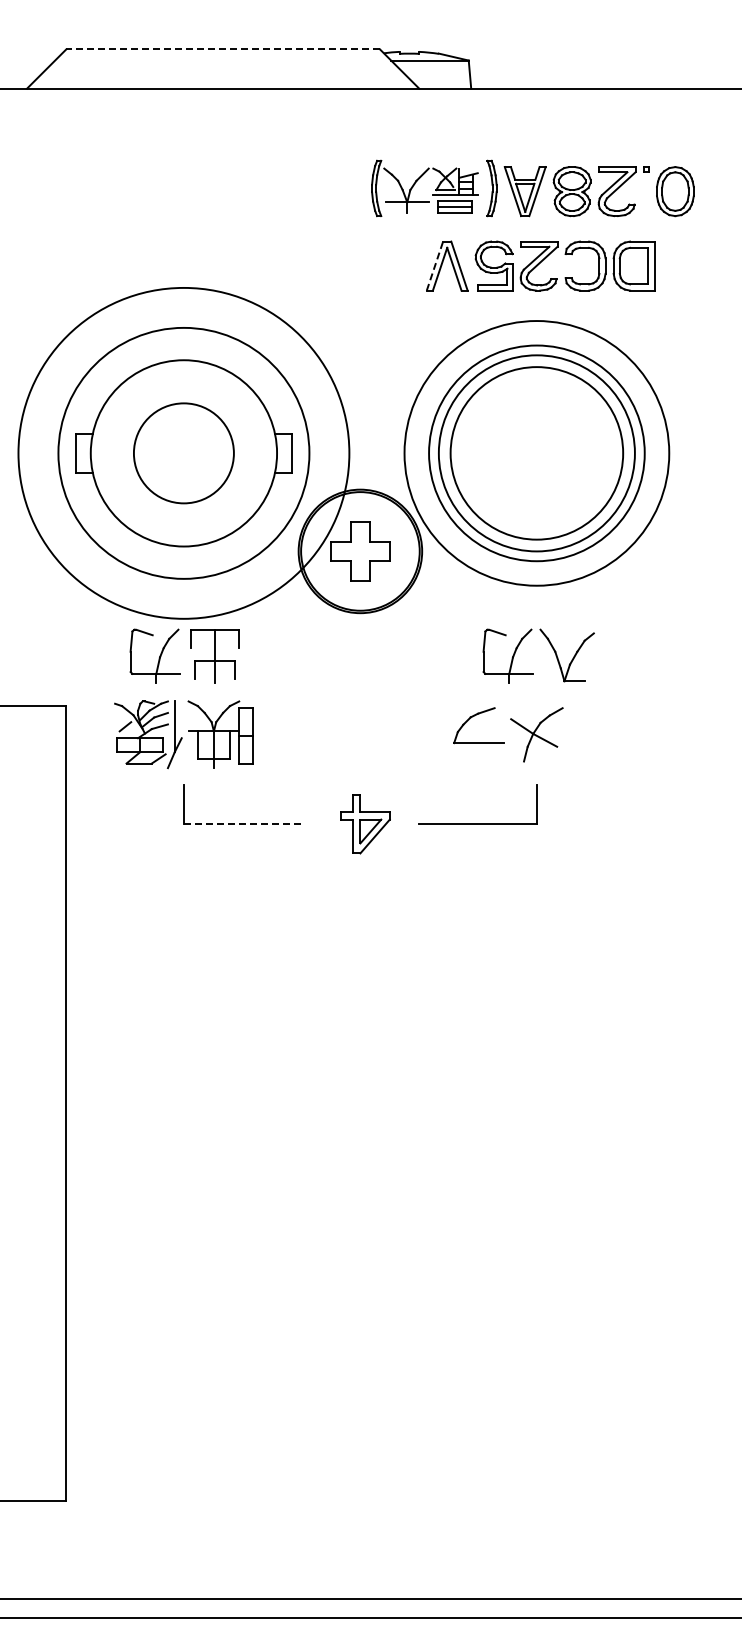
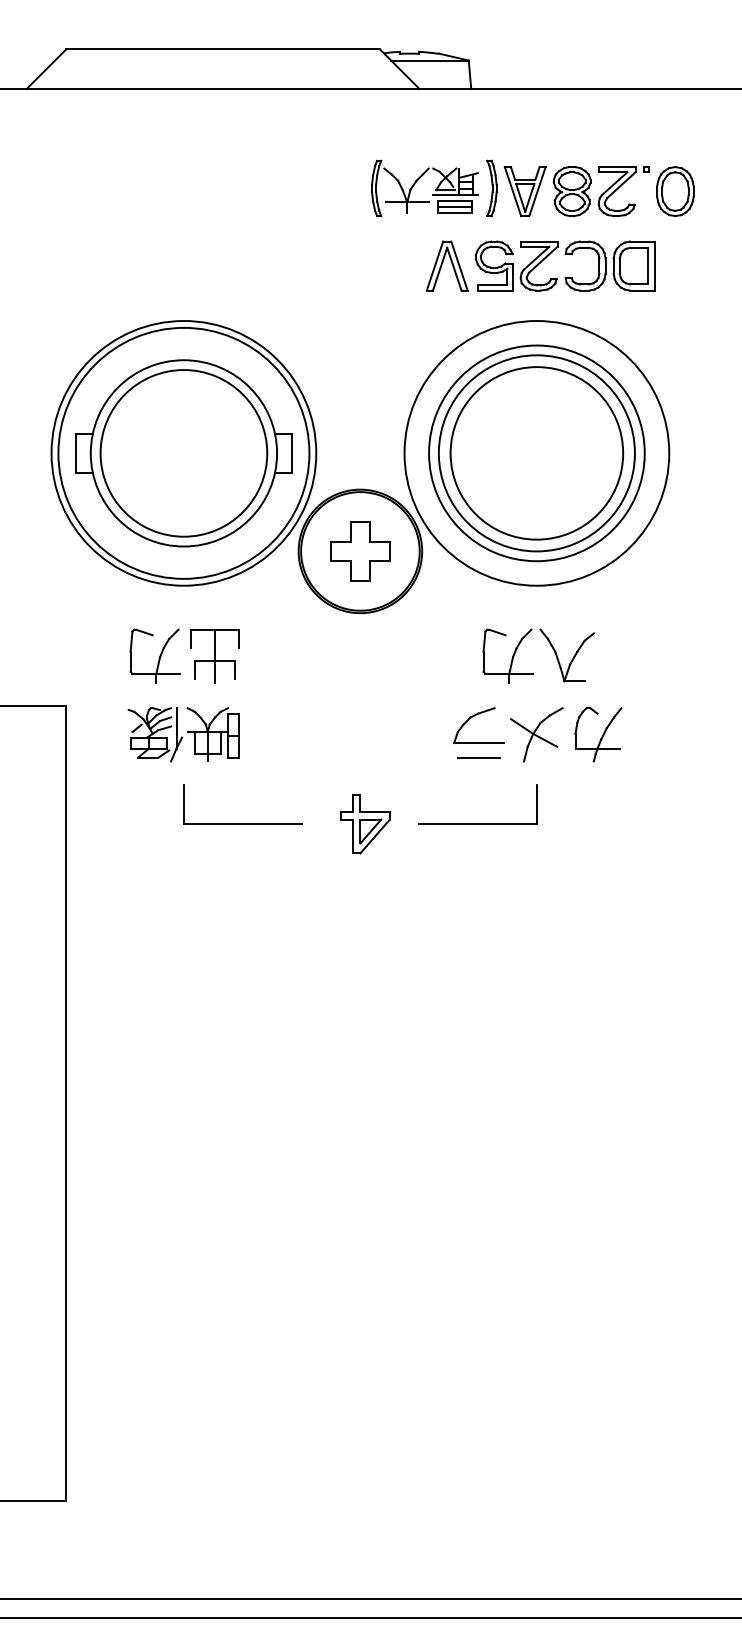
line at (223, 49): dashed -> solid
line at (434, 266): dashed -> solid
circle at (183, 452) diameter: 331 px -> 265 px
circle at (183, 453) diameter: 100 px -> 167 px
part at (183, 734) size: 140x70 px -> 113x56 px
part at (598, 734): none -> present
line at (478, 757): none -> present
line at (242, 824): dashed -> solid
